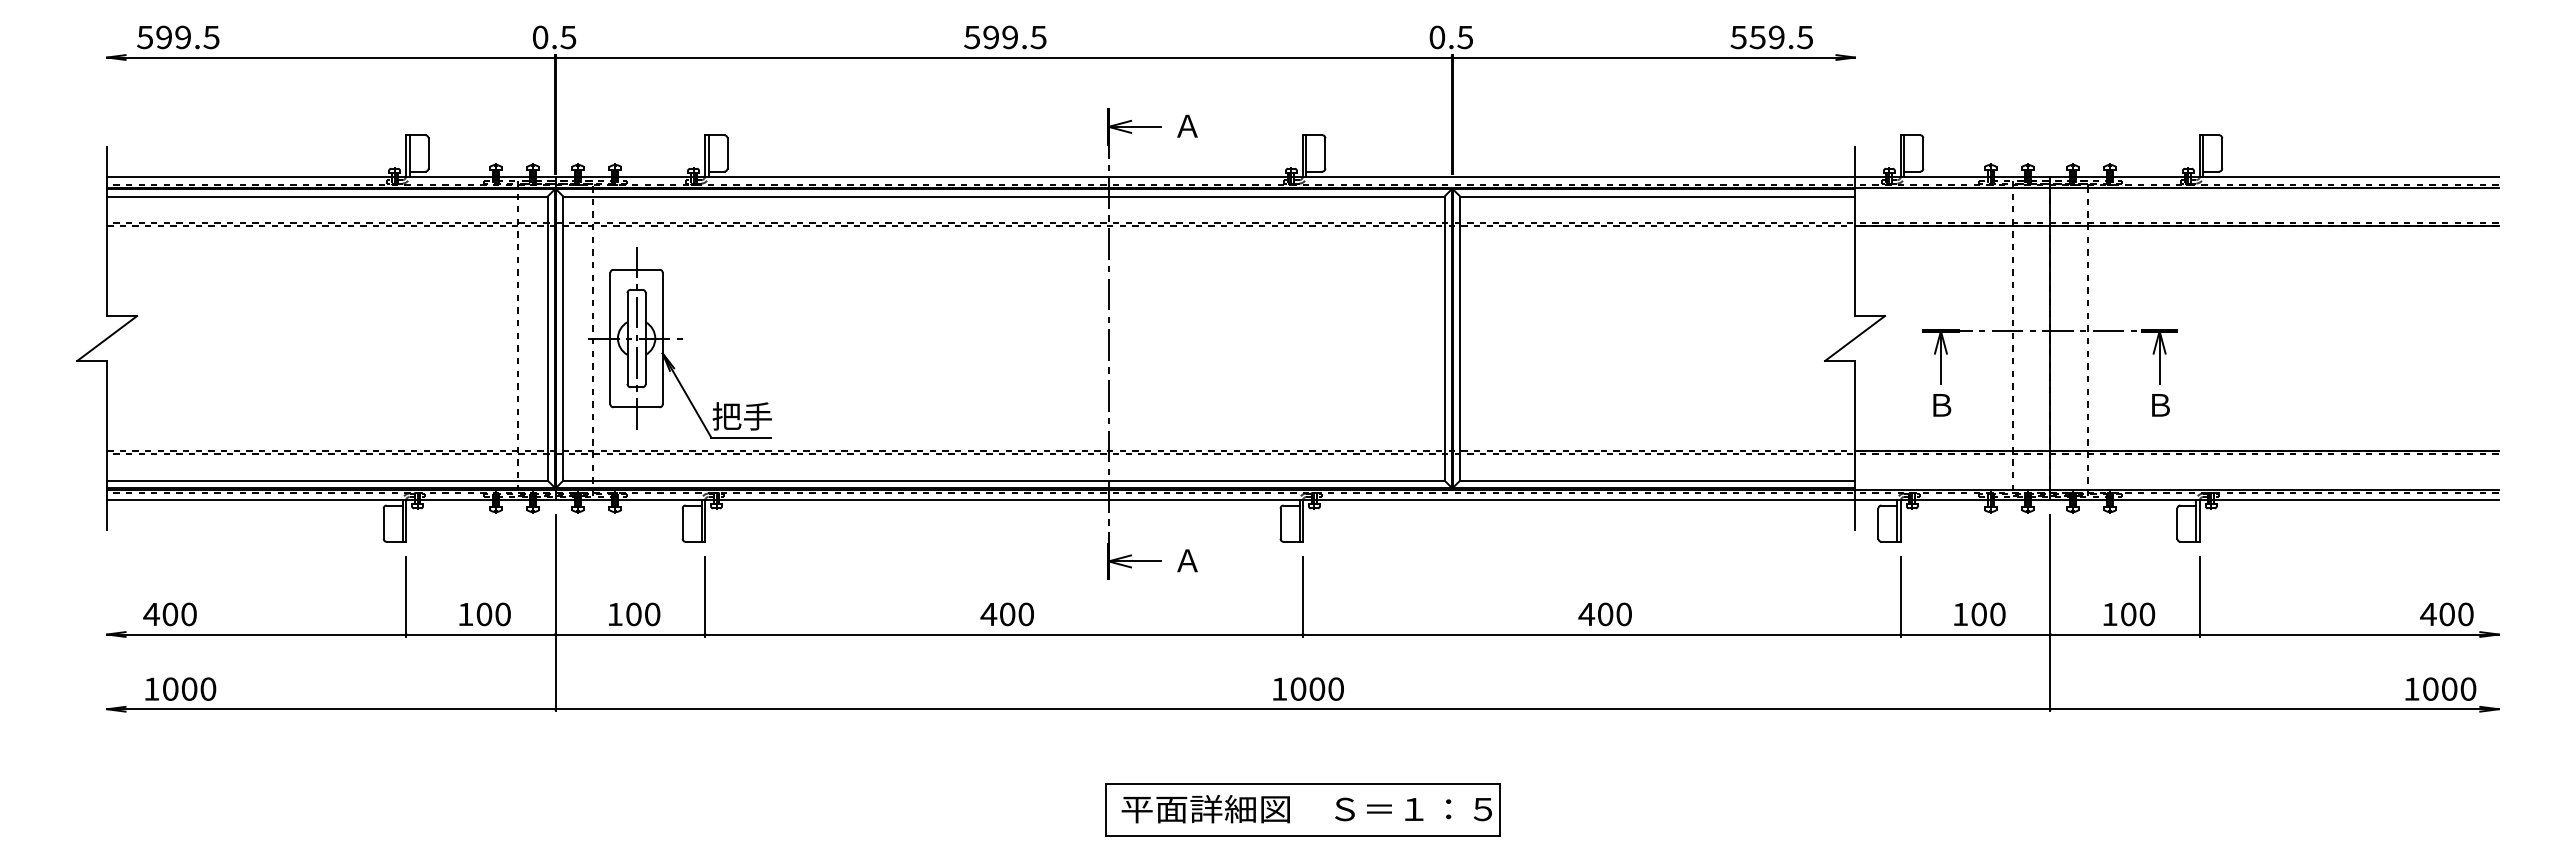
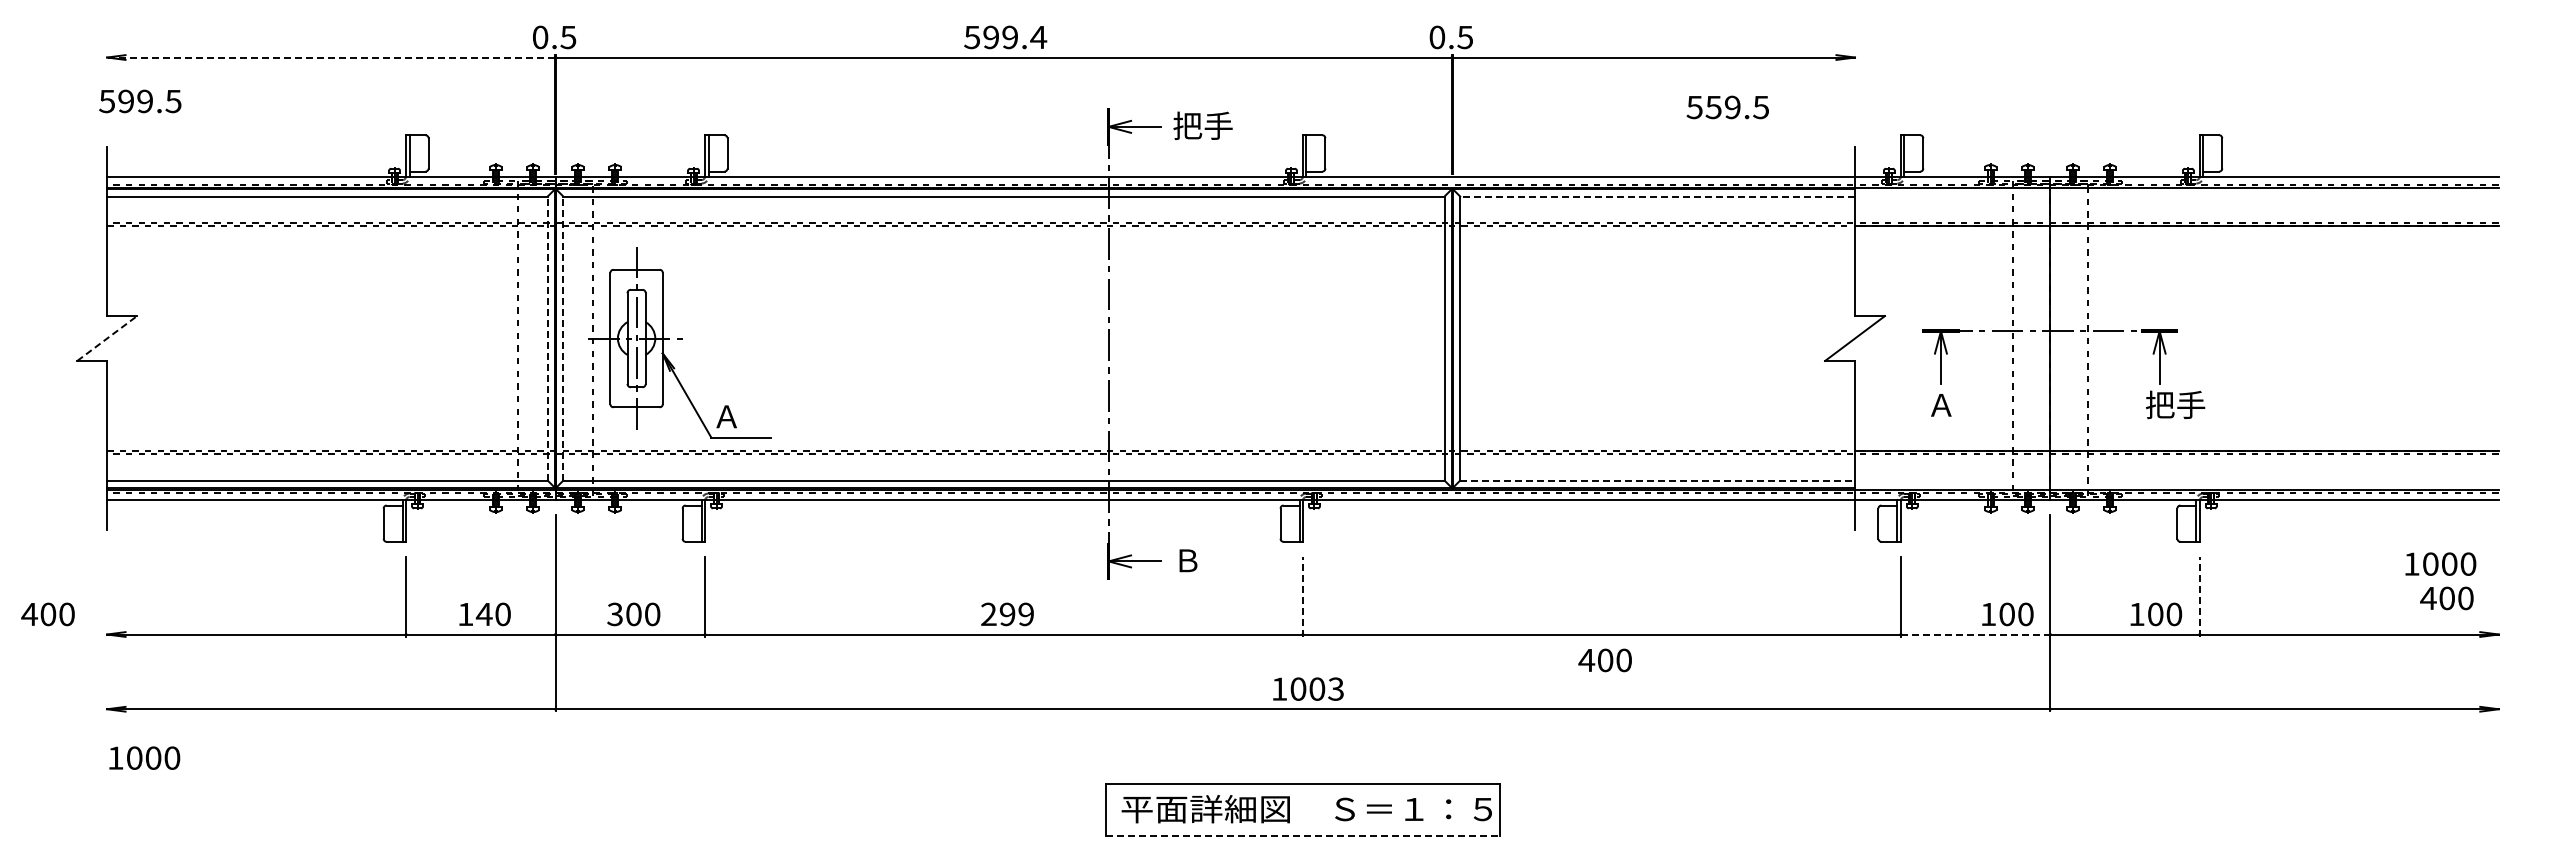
text at (178, 37) position: (178, 37) -> (140, 101)
text at (1038, 37): 599.5 -> 599.4
text at (1771, 37) position: (1771, 37) -> (1727, 107)
line at (331, 57): solid -> dashed
text at (1202, 125): Ａ -> 把手
line at (1657, 196): solid -> dashed
line at (107, 338): solid -> dashed
line at (547, 338): solid -> dashed
line at (563, 338): solid -> dashed
text at (2175, 404): Ｂ -> 把手
text at (1941, 405): Ｂ -> Ａ
text at (741, 416): 把手 -> Ａ
line at (1658, 480): solid -> dashed
text at (1187, 560): Ａ -> Ｂ
line at (1302, 596): solid -> dashed
line at (2199, 596): solid -> dashed
text at (169, 614) position: (169, 614) -> (47, 614)
text at (483, 614): 100 -> 140
text at (614, 614): 100 -> 300
text at (1006, 614): 400 -> 299
text at (1604, 614) position: (1604, 614) -> (1604, 660)
text at (1979, 614) position: (1979, 614) -> (2007, 614)
text at (2129, 614) position: (2129, 614) -> (2156, 614)
text at (2446, 614) position: (2446, 614) -> (2446, 598)
line at (1975, 634): solid -> dashed
text at (180, 688) position: (180, 688) -> (144, 757)
text at (1335, 688): 1000 -> 1003
text at (2440, 688) position: (2440, 688) -> (2440, 563)
line at (1302, 836): solid -> dashed
